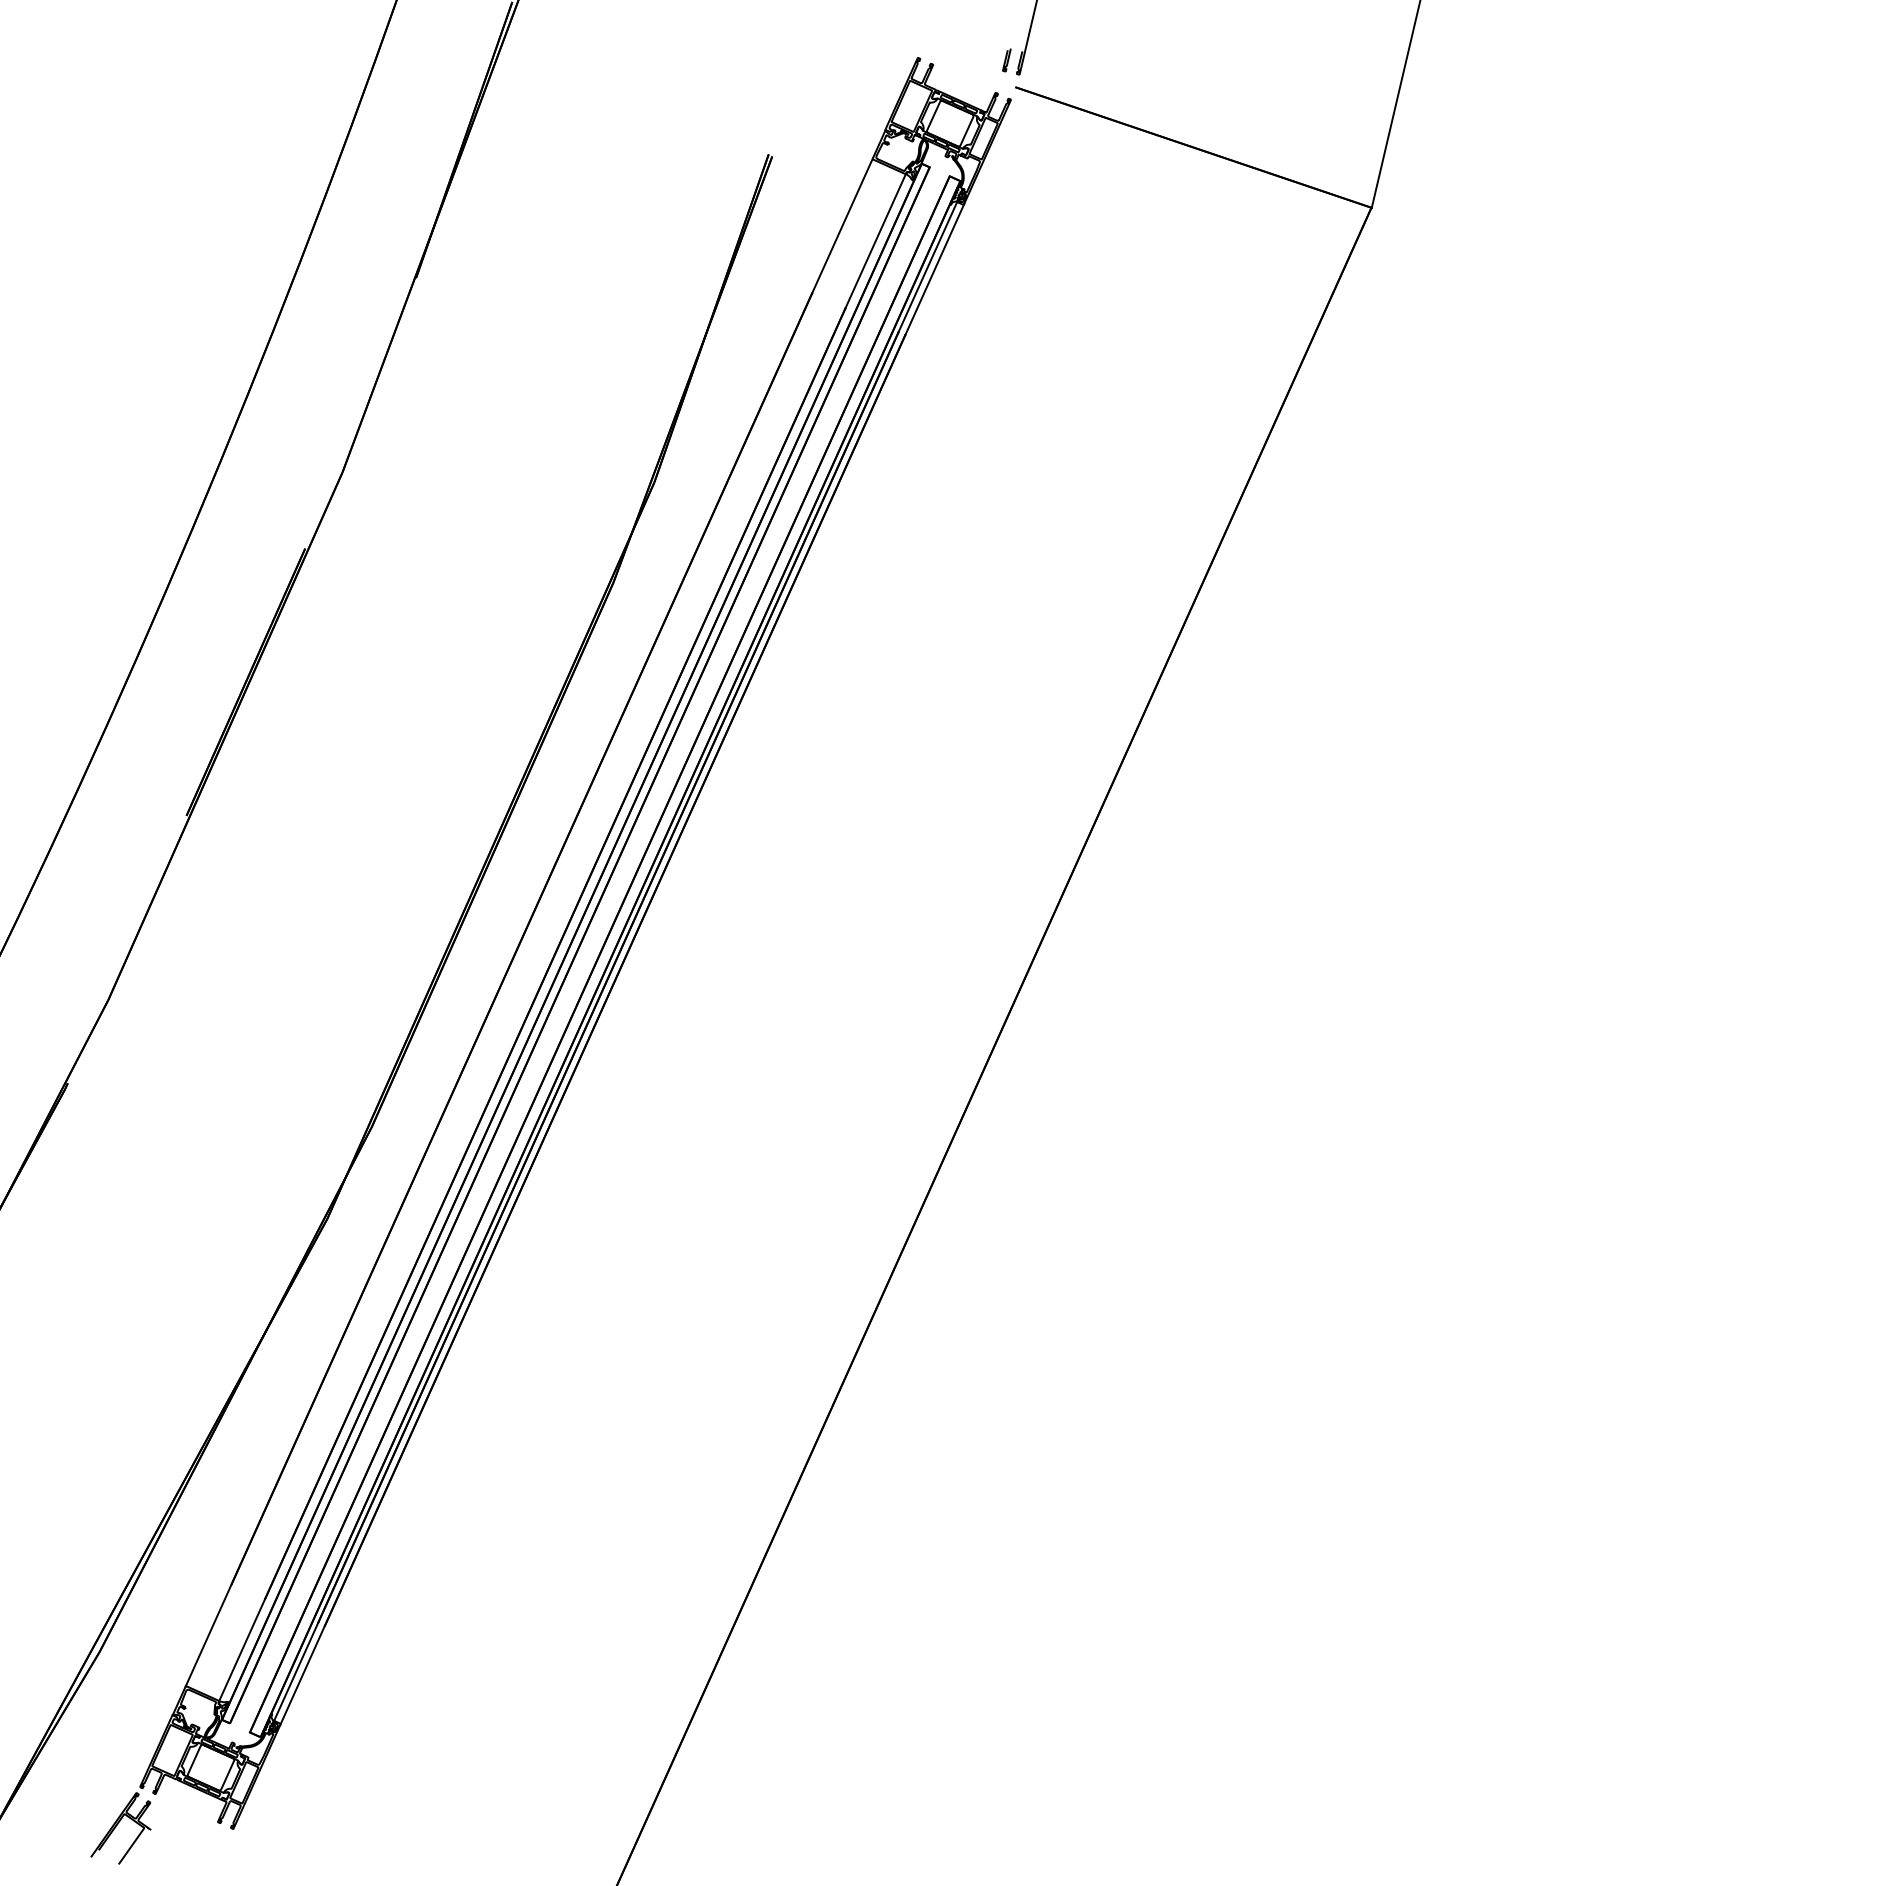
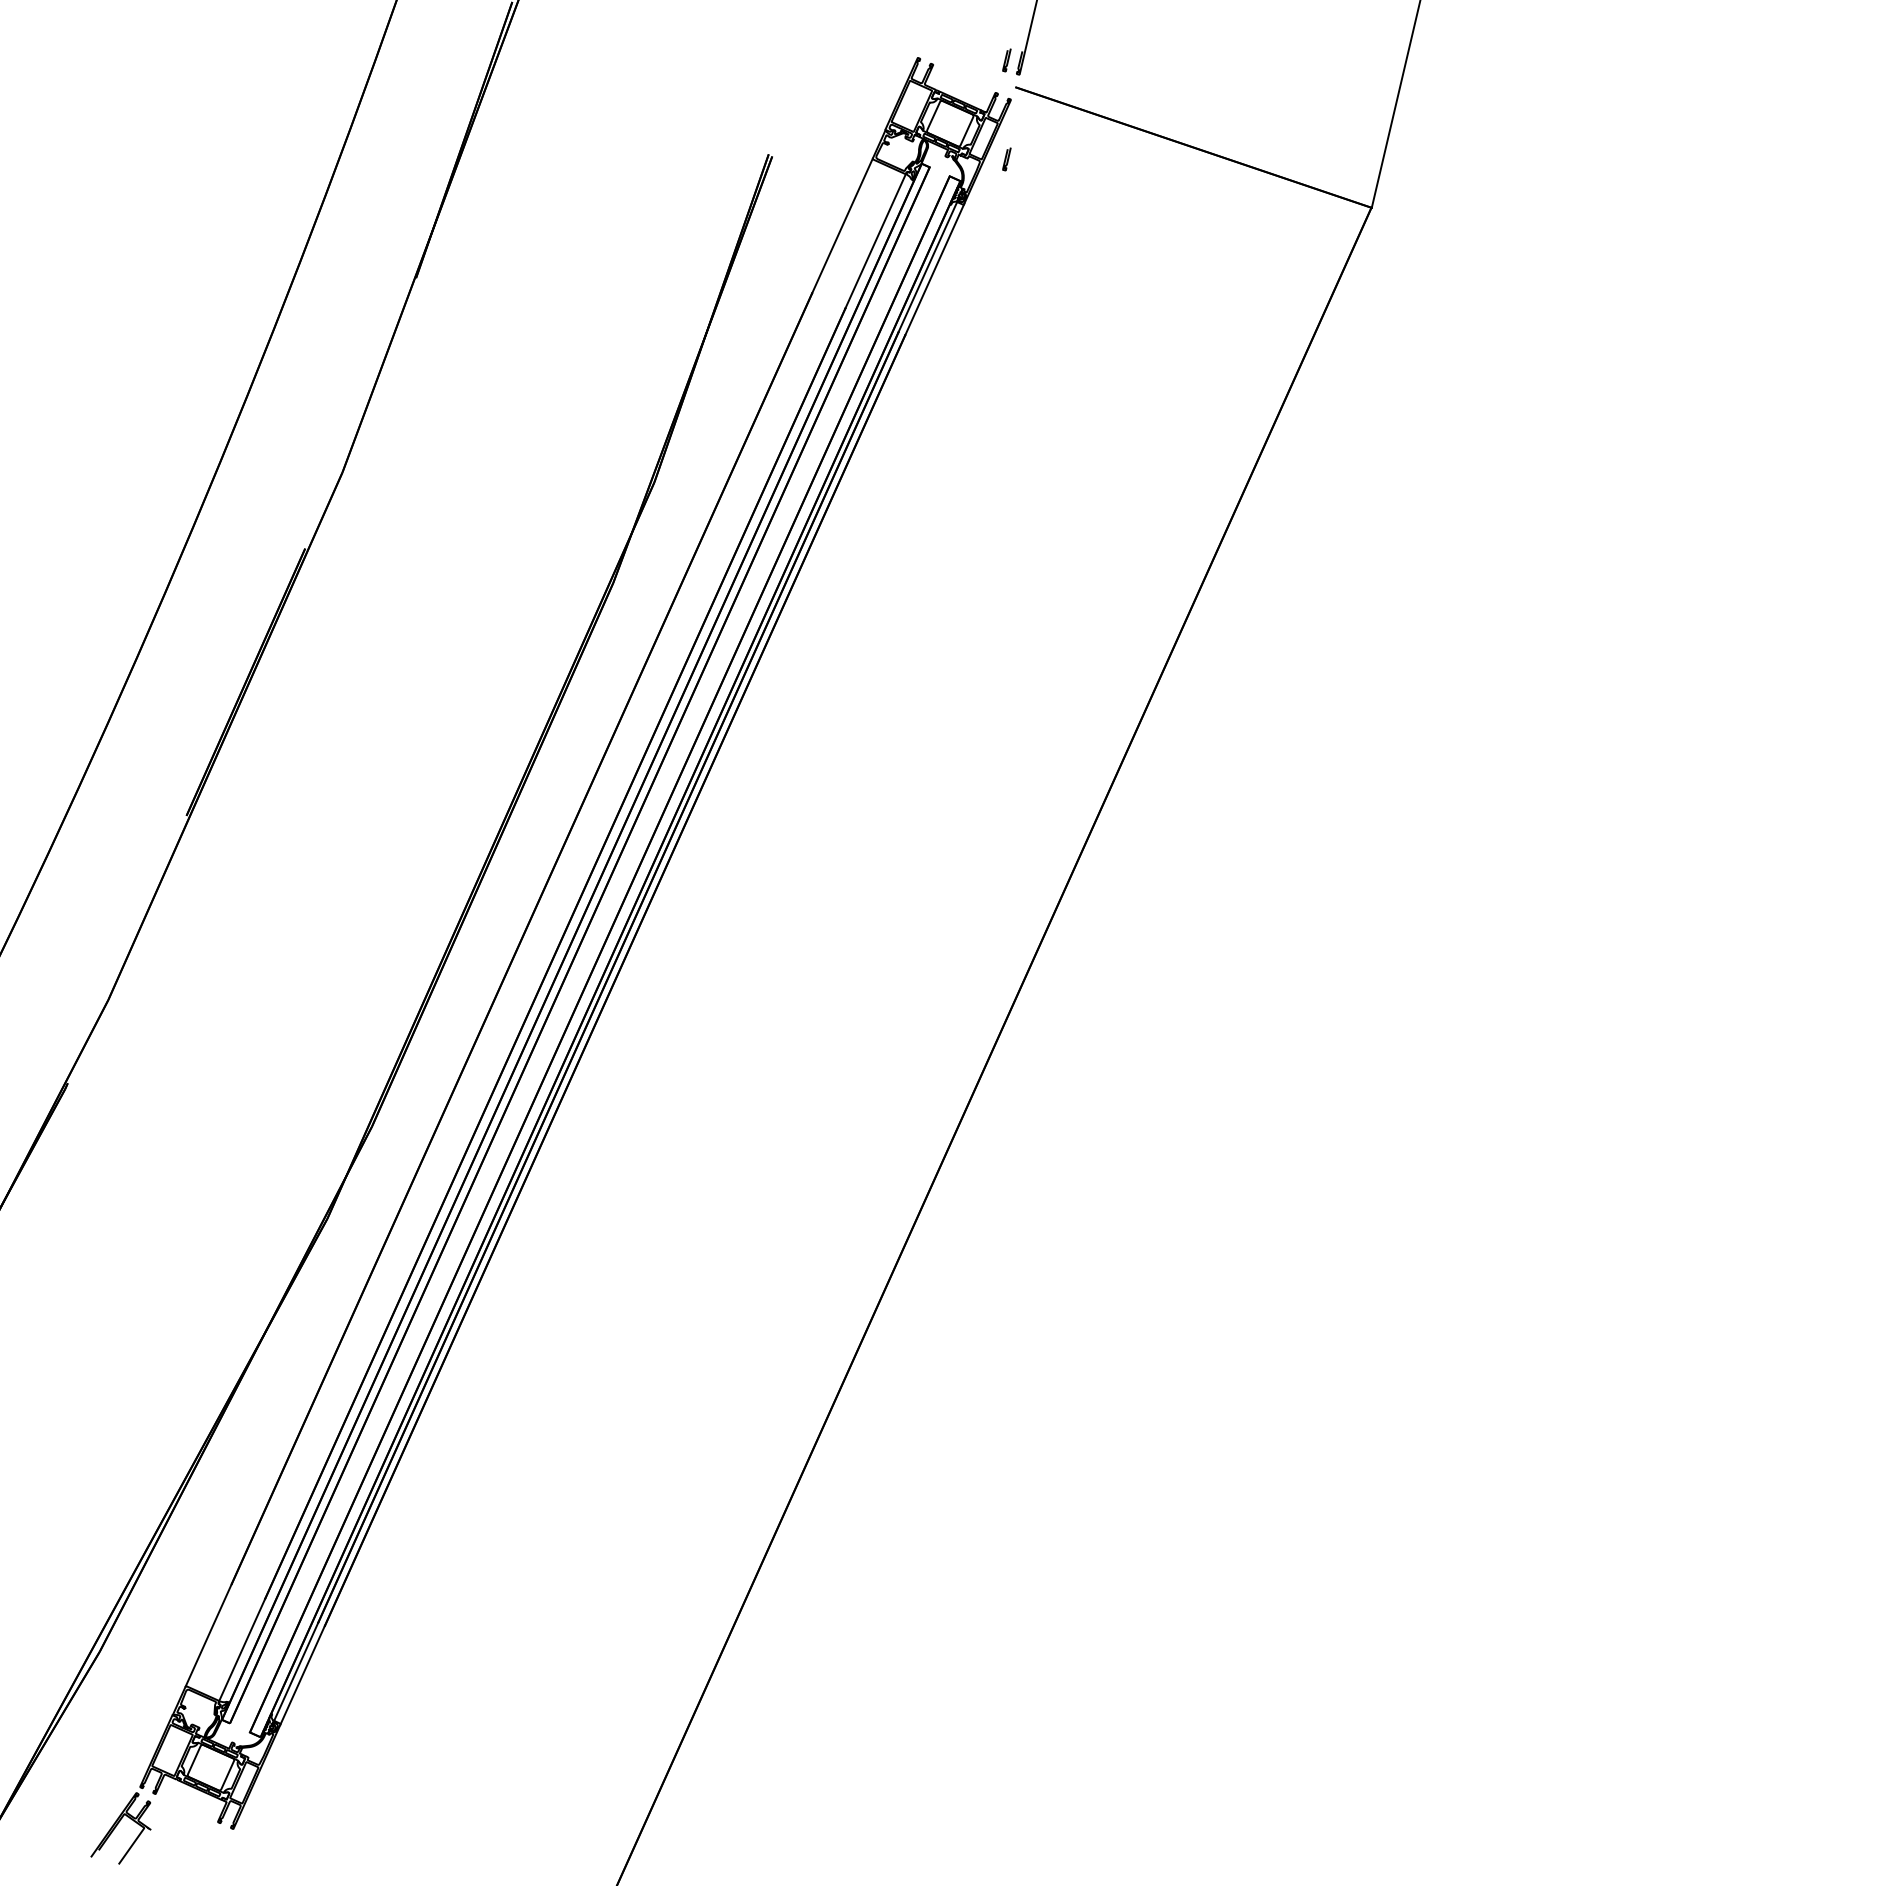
curve at (1006, 159): none -> present
